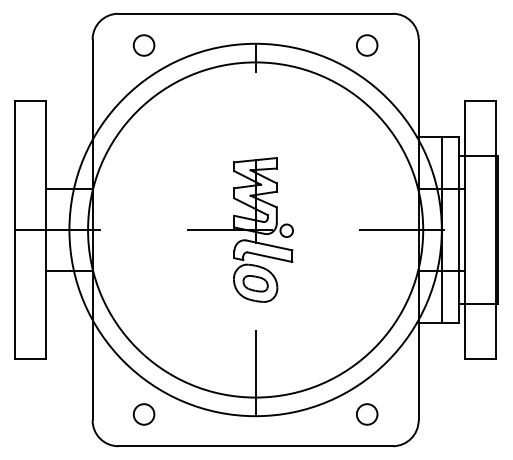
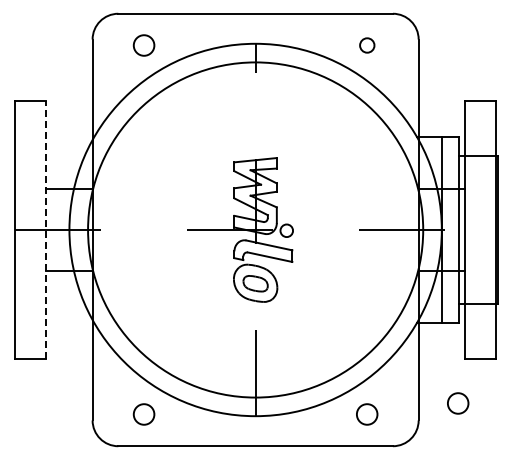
circle at (367, 45) size: 23x23 px -> 17x17 px
line at (46, 230): solid -> dashed
circle at (458, 403): none -> present
